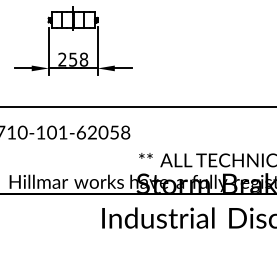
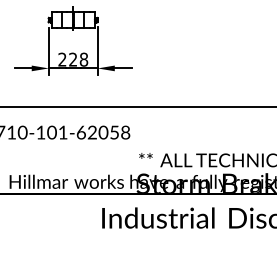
text at (73, 59): 258 -> 228
